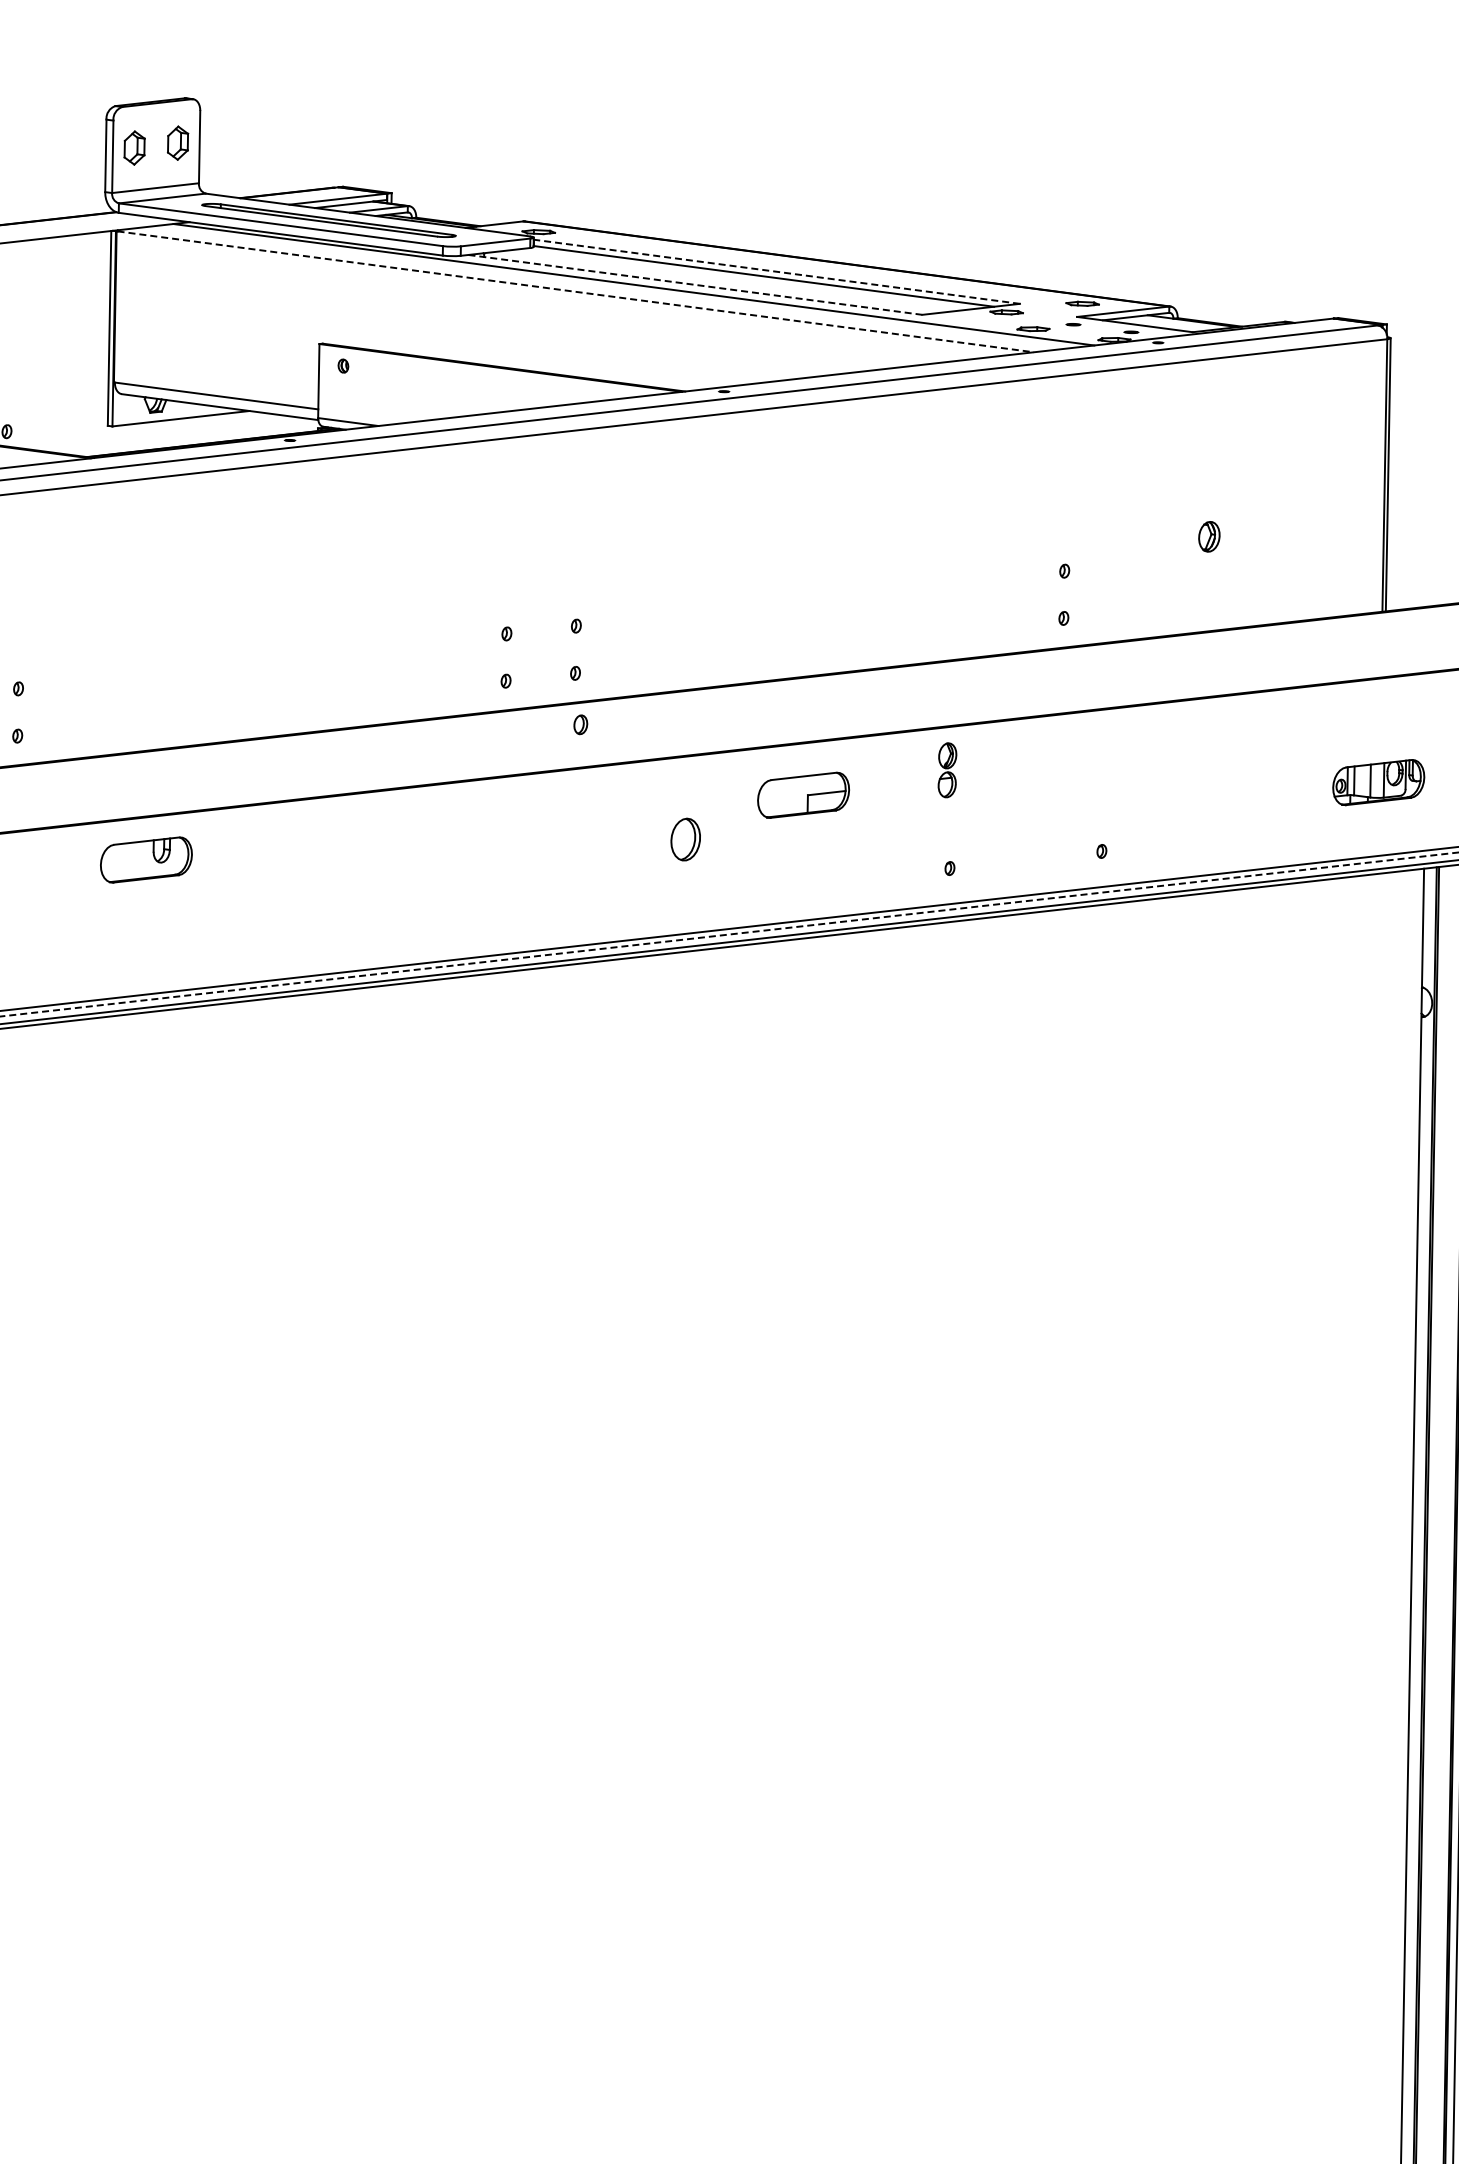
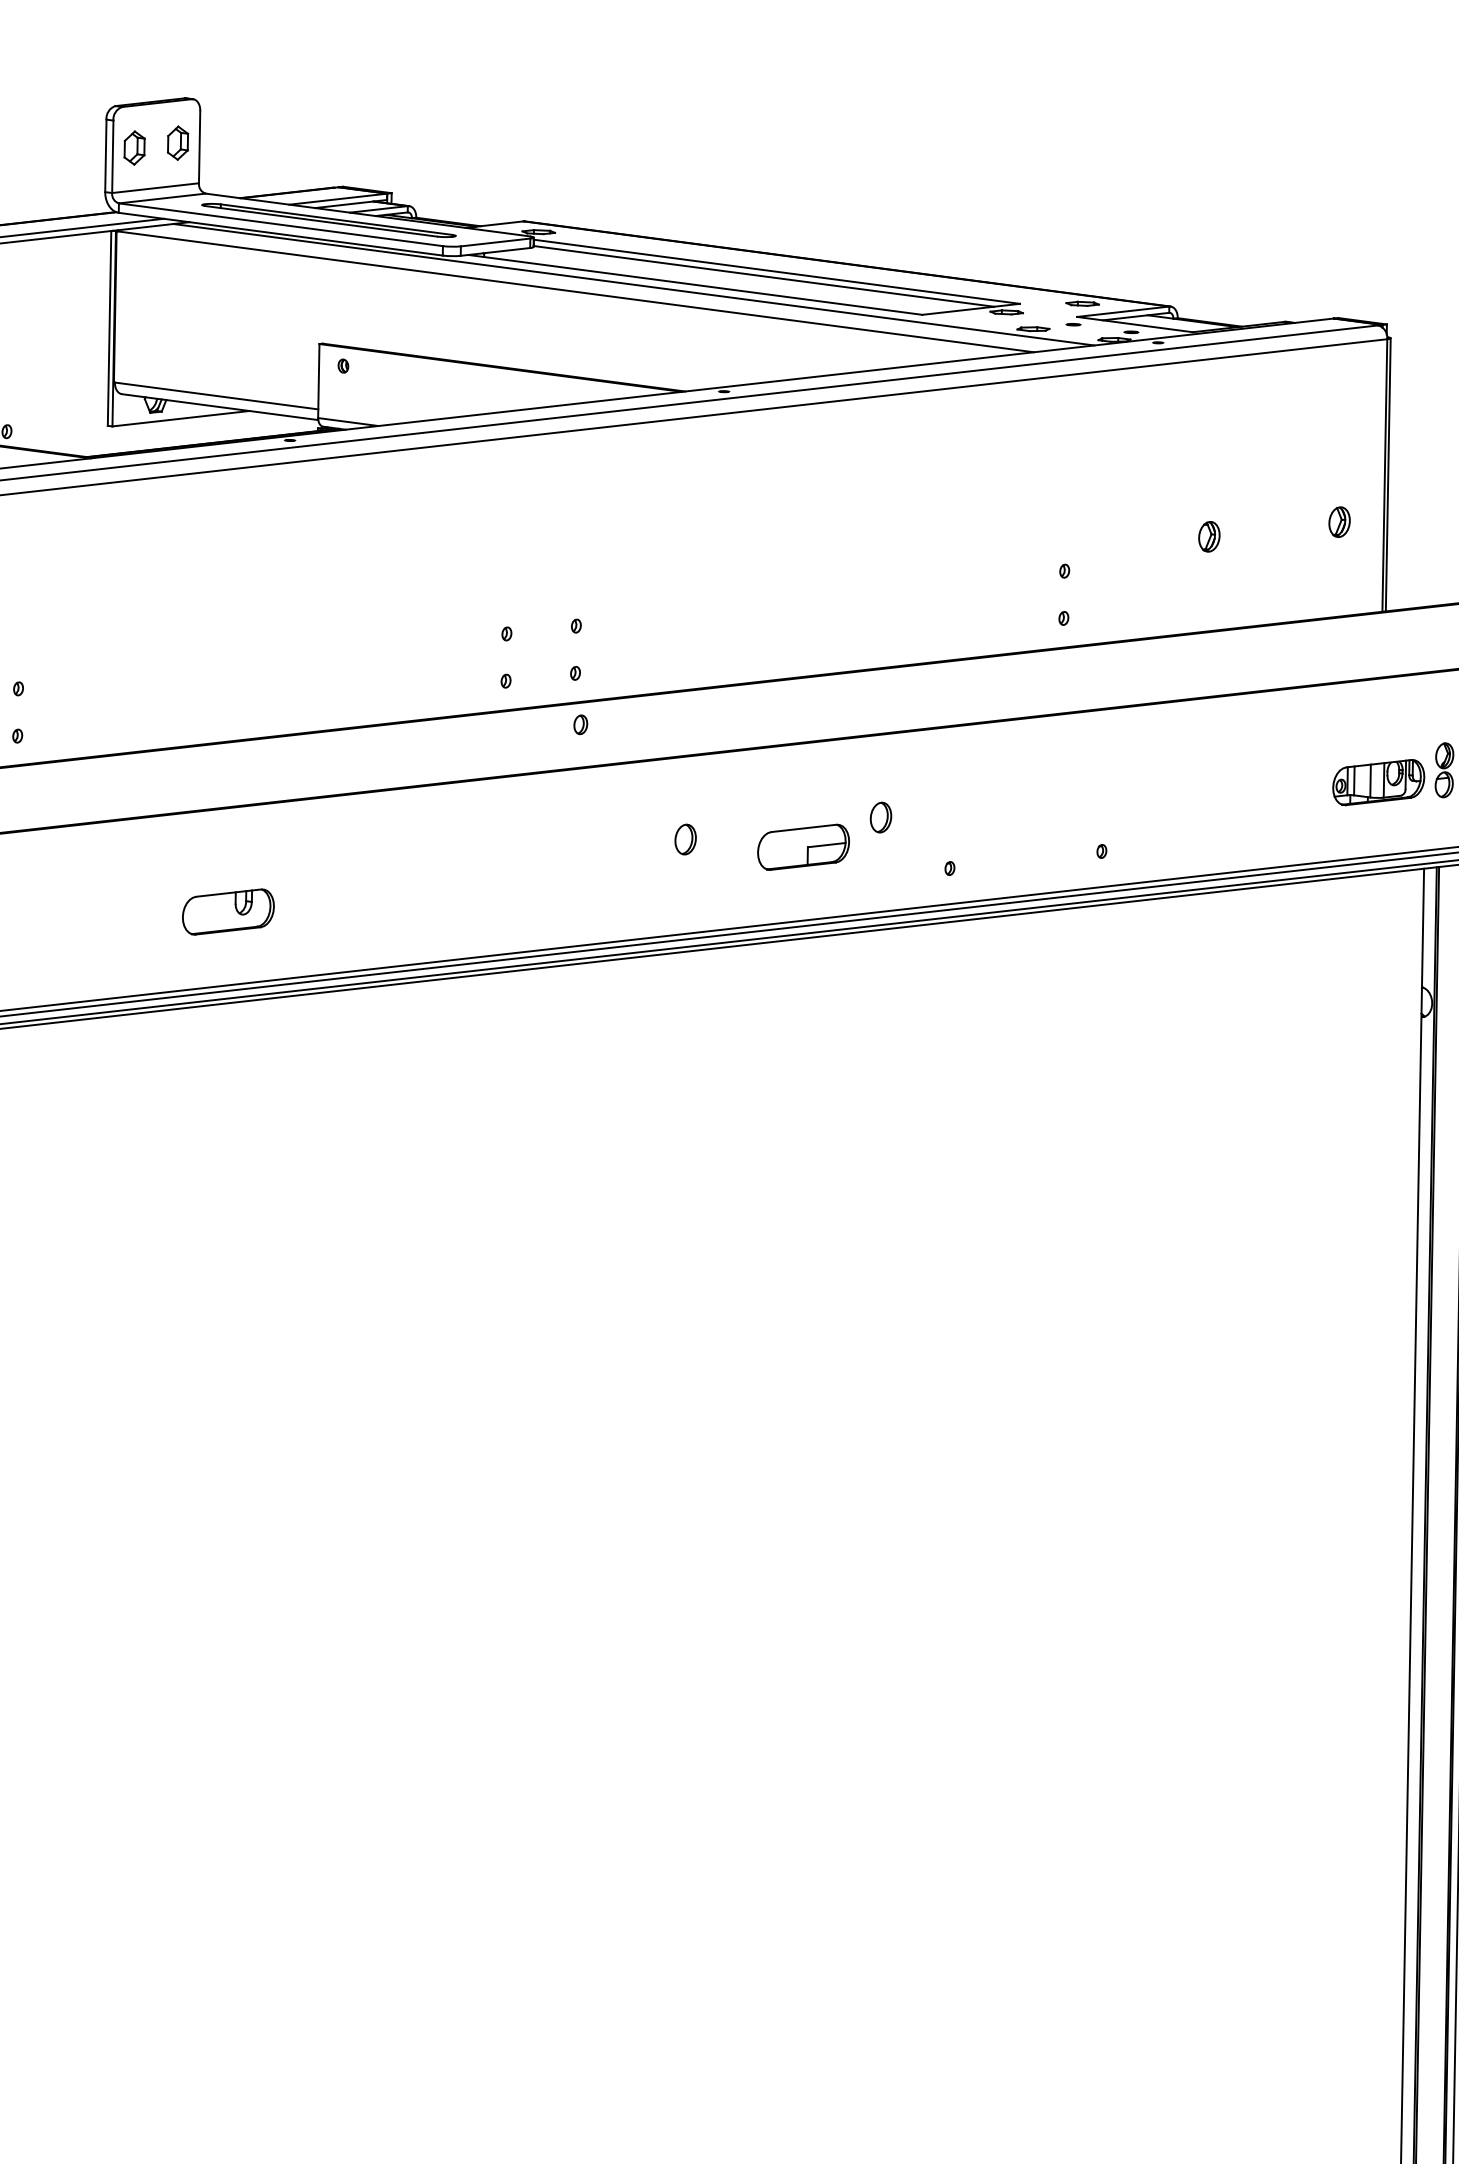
line at (82, 227): none -> present
line at (776, 271): dashed -> solid
line at (695, 284): dashed -> solid
line at (576, 291): dashed -> solid
part at (1339, 521): none -> present
part at (947, 770) position: (947, 770) -> (1444, 770)
part at (803, 794) position: (803, 794) -> (803, 846)
part at (880, 817): none -> present
part at (685, 839) size: 31x45 px -> 23x33 px
part at (146, 859) position: (146, 859) -> (228, 911)
line at (730, 934): dashed -> solid
